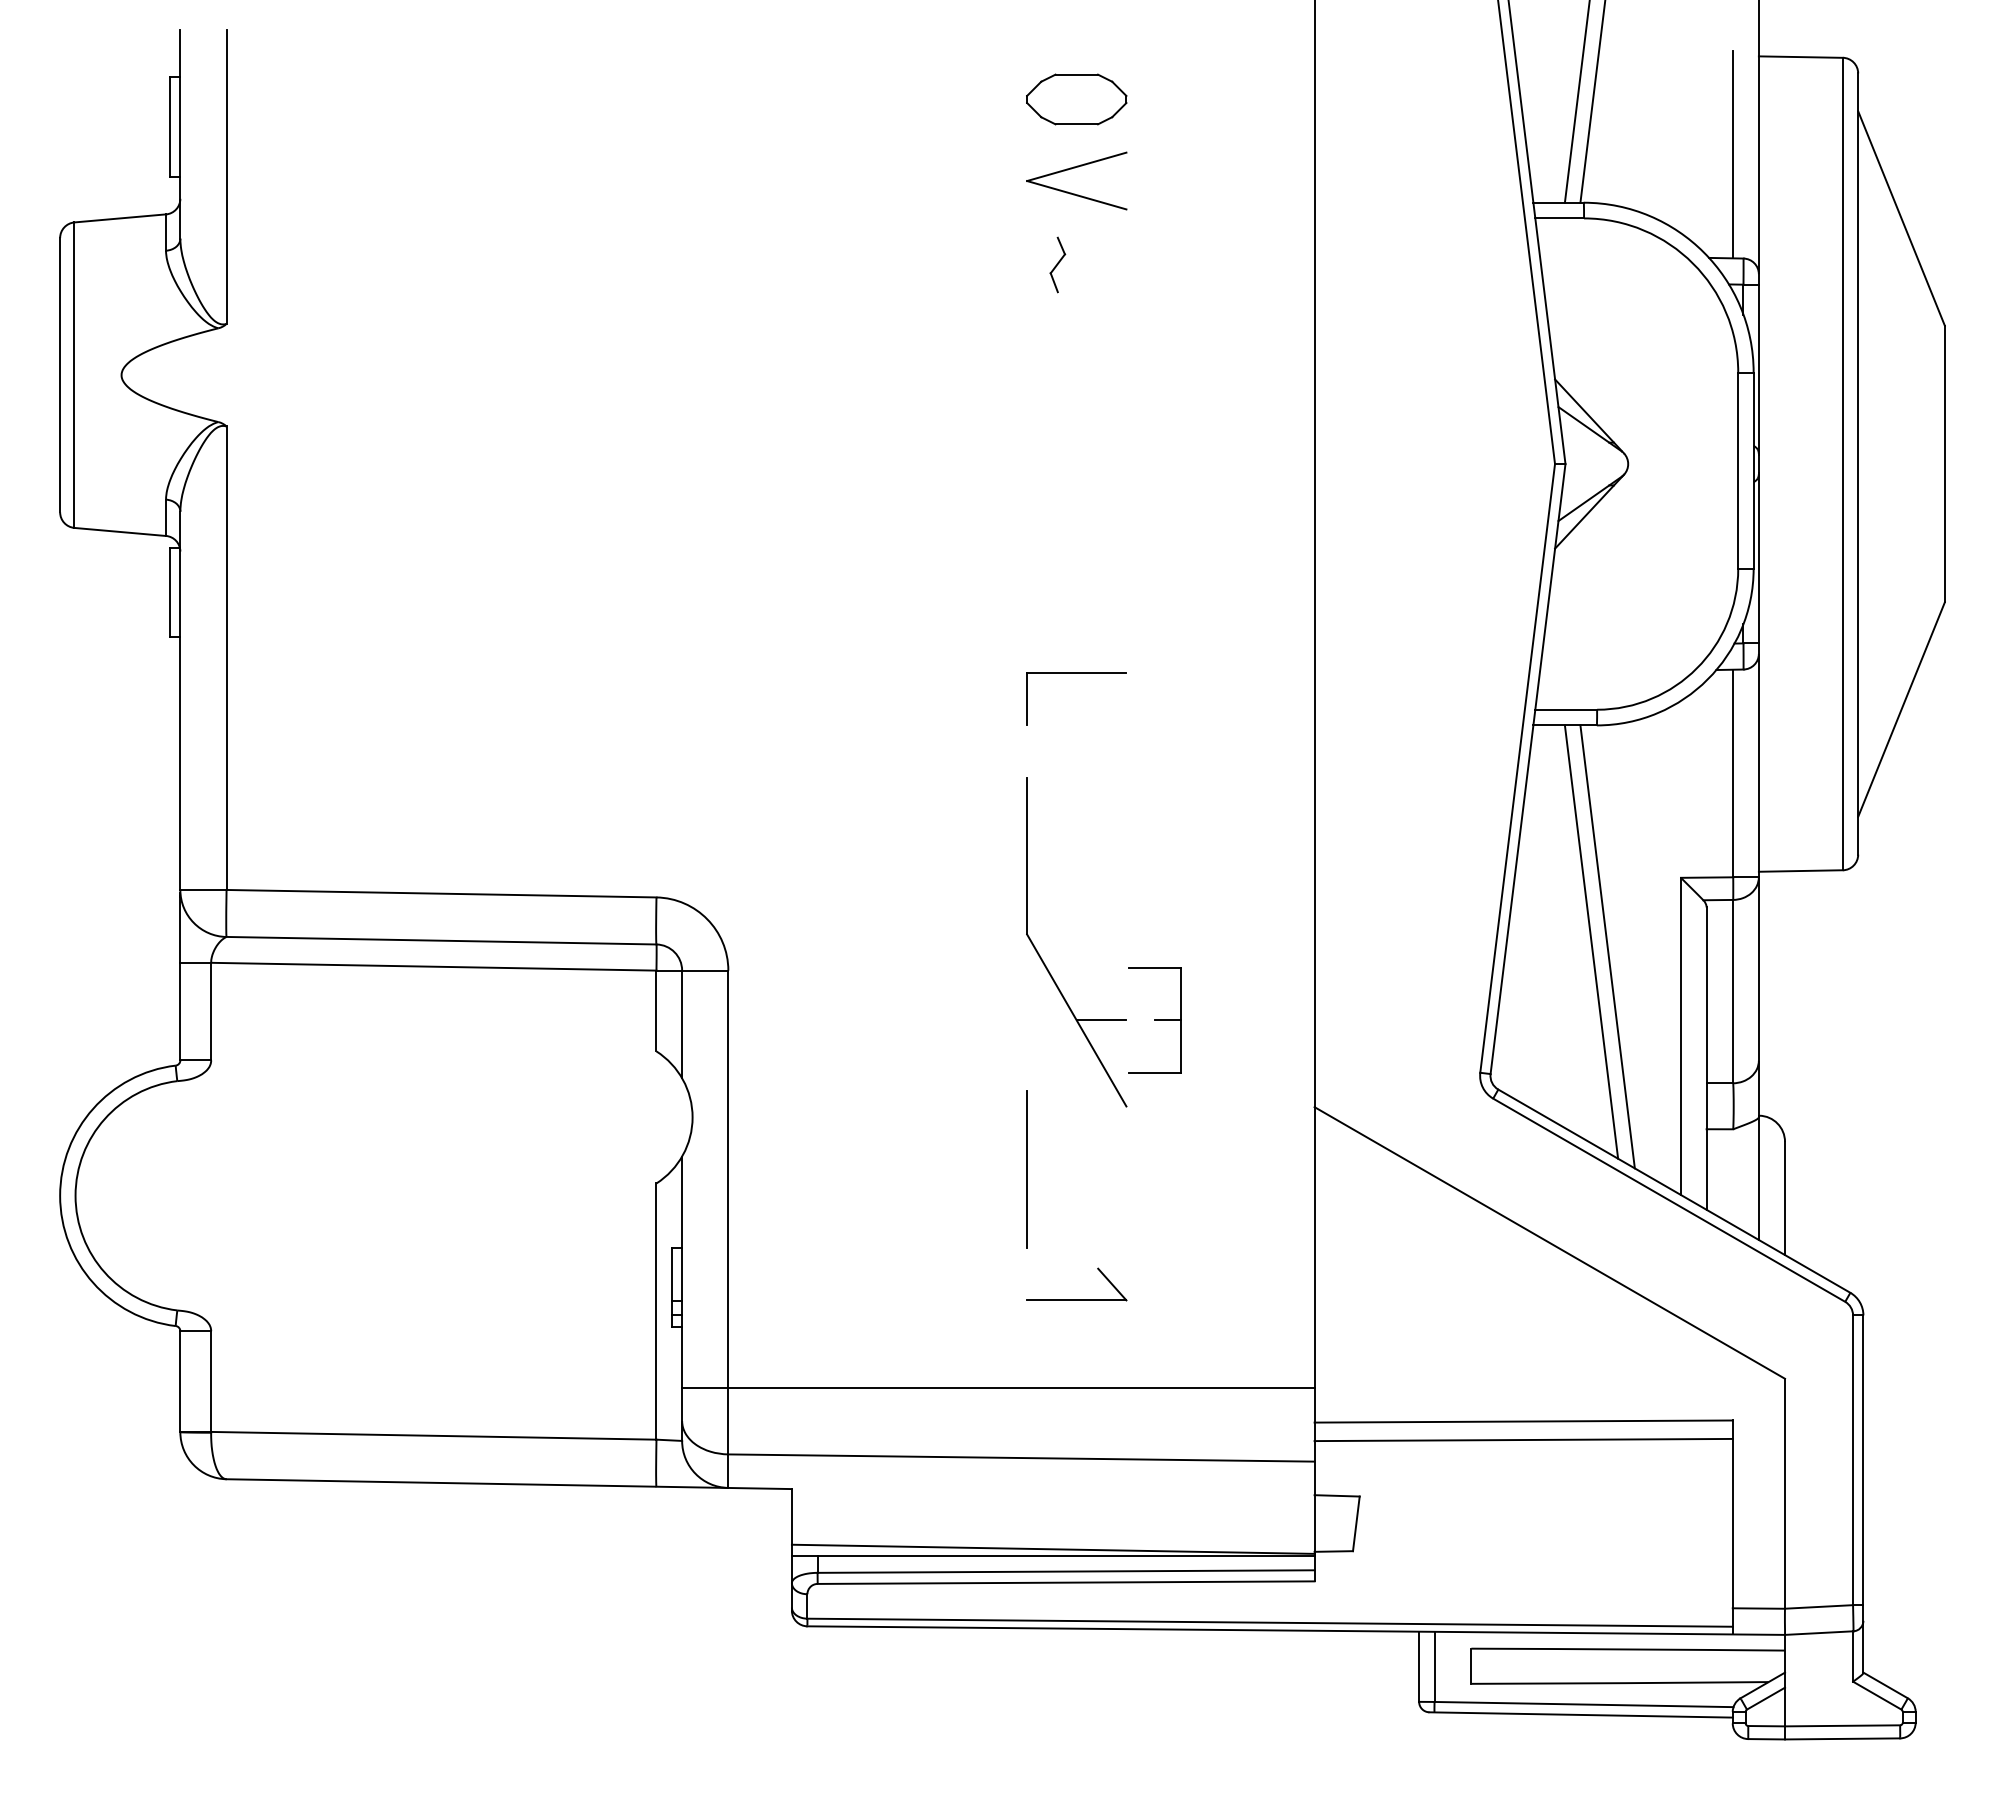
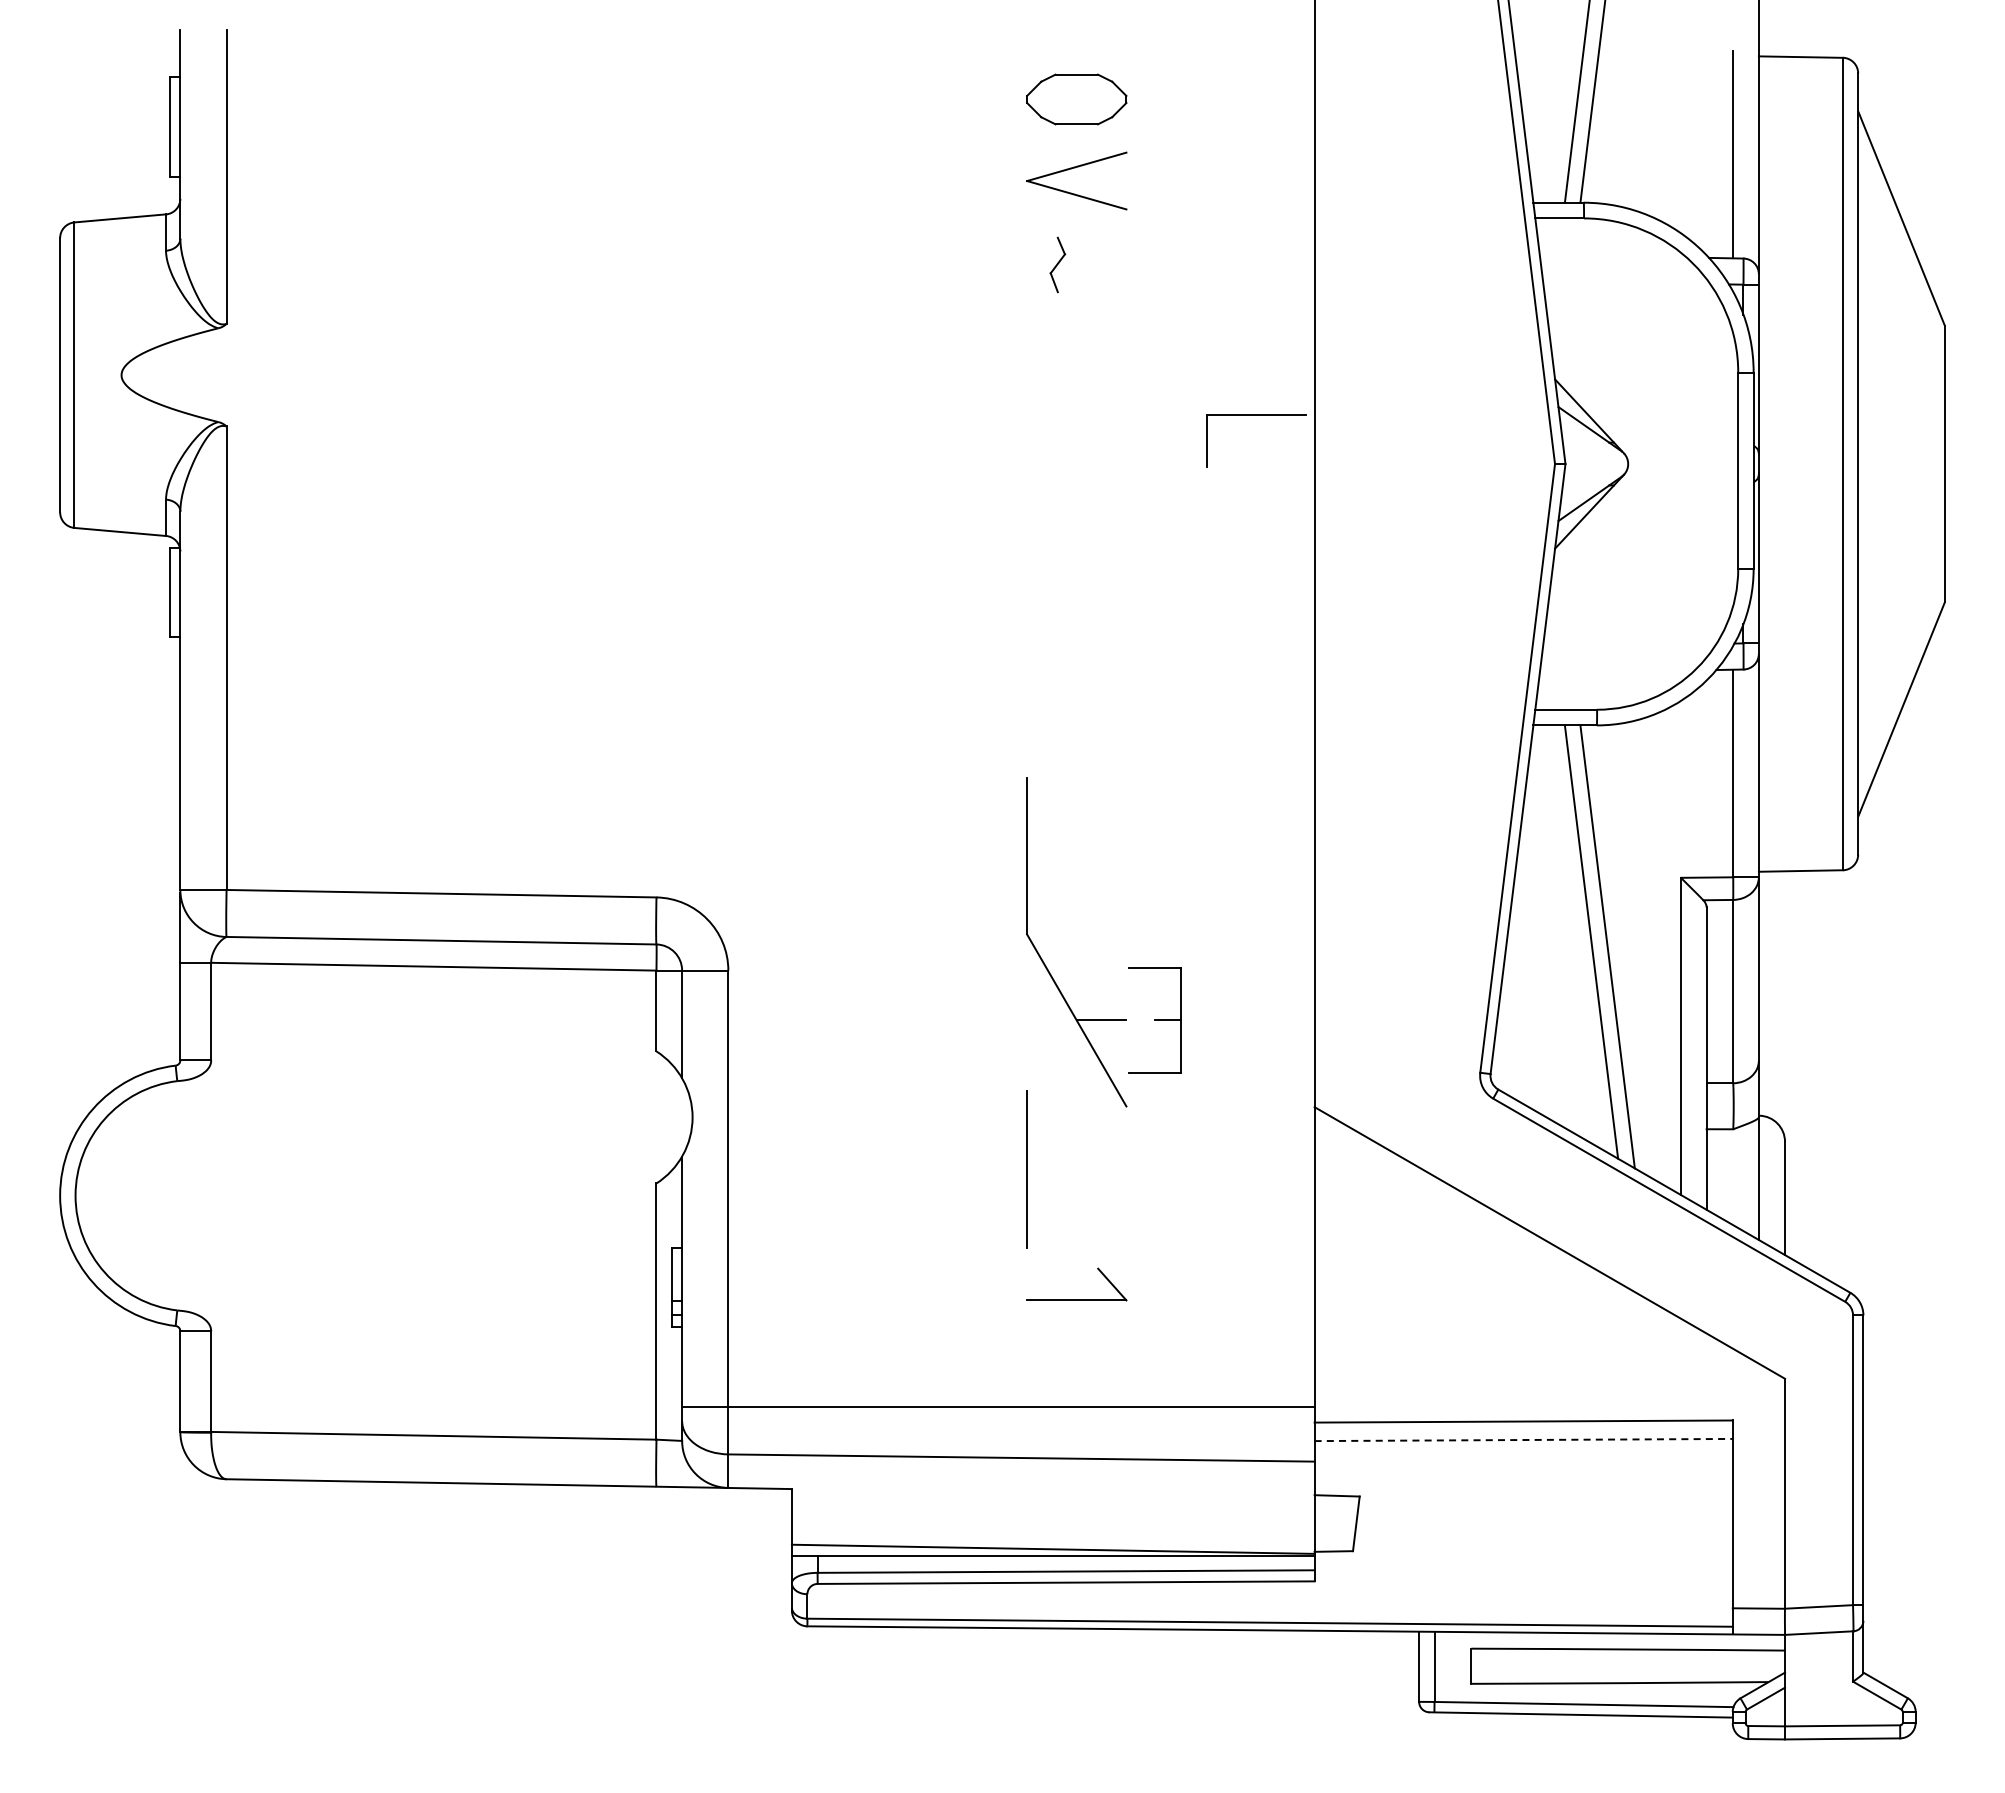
part at (1076, 673) position: (1076, 673) -> (1256, 415)
line at (998, 1387) position: (998, 1387) -> (998, 1406)
line at (1524, 1440): solid -> dashed
